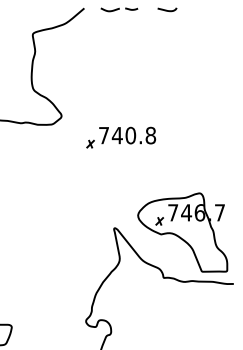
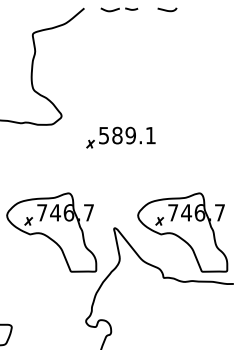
text at (127, 135): 740.8 -> 589.1
part at (51, 232): none -> present
